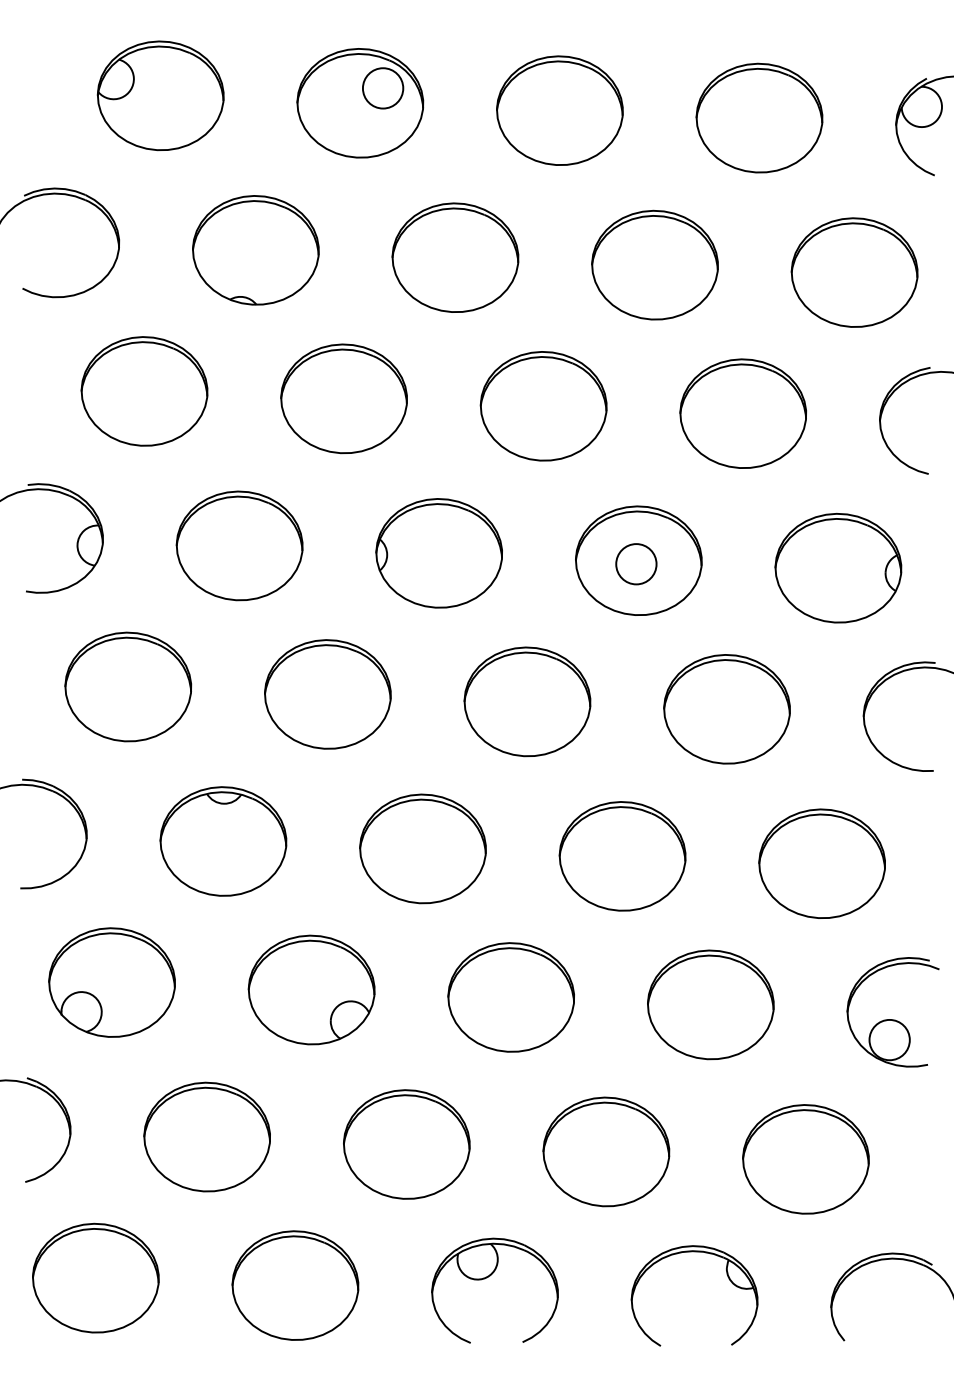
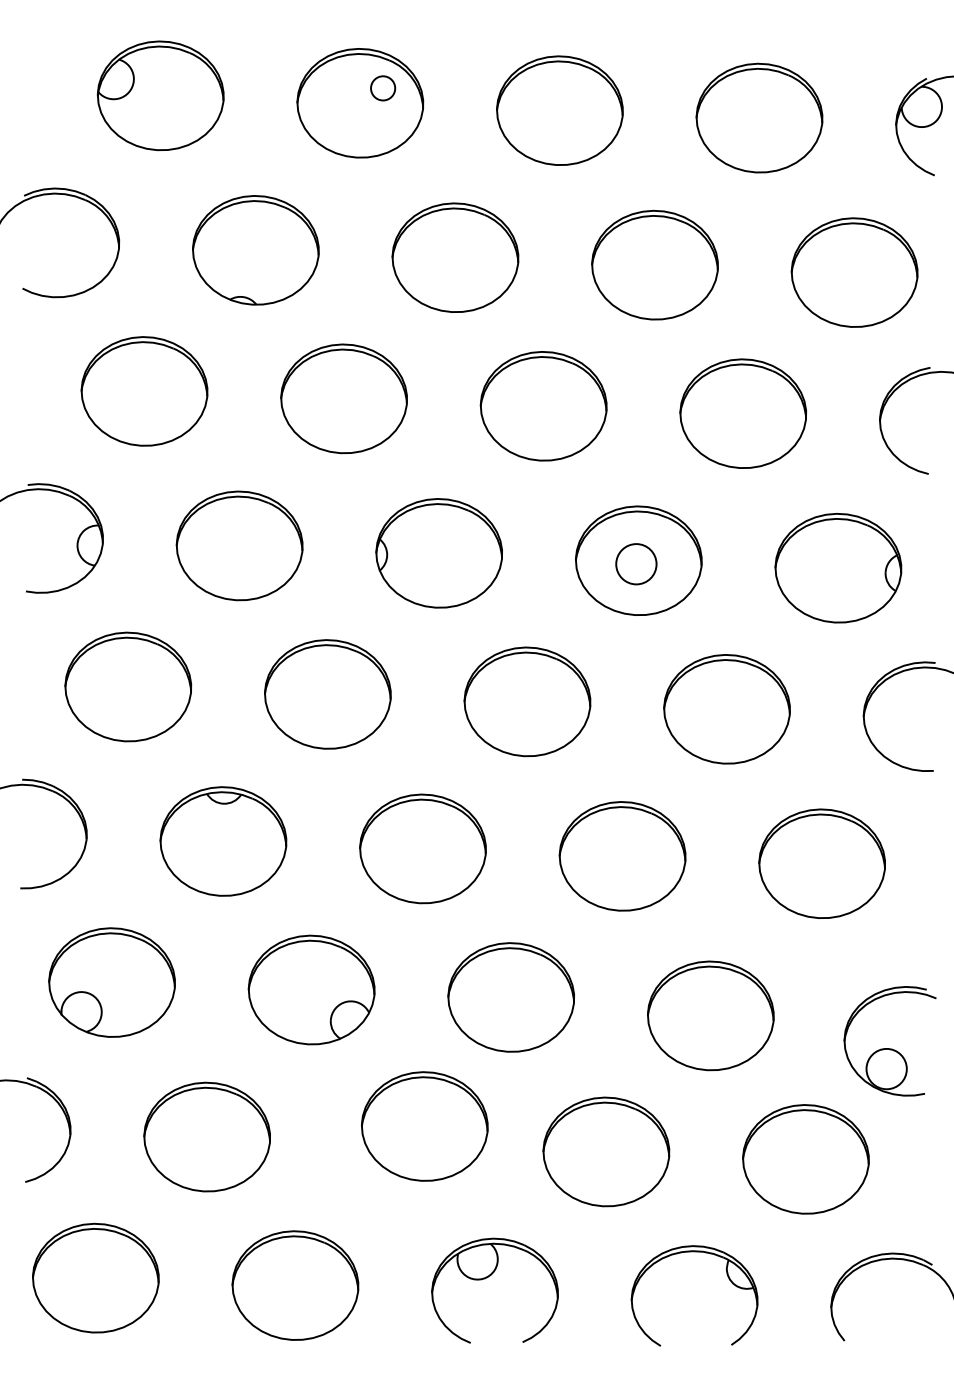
circle at (382, 88) diameter: 40 px -> 24 px
part at (710, 1004) position: (710, 1004) -> (710, 1015)
part at (892, 1019) position: (892, 1019) -> (889, 1048)
part at (406, 1144) position: (406, 1144) -> (424, 1126)
